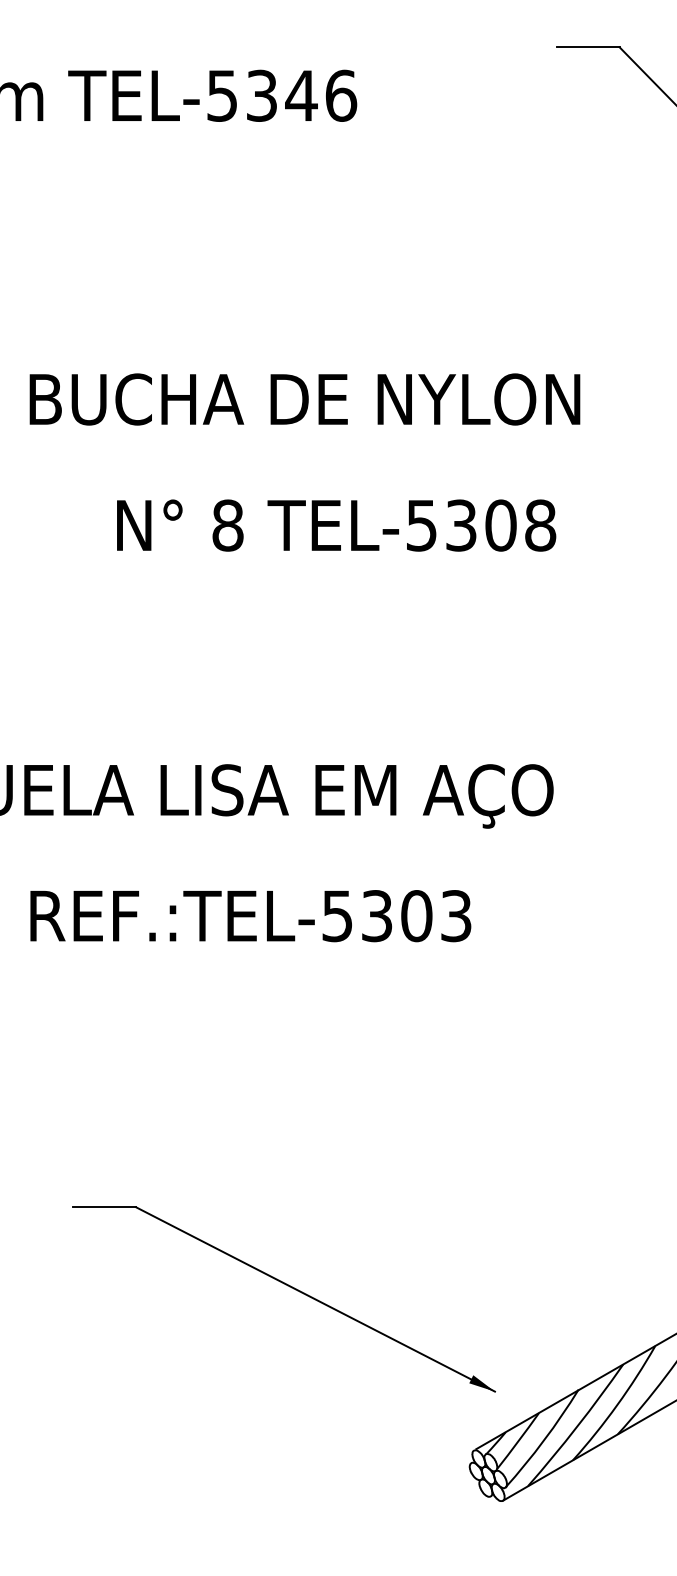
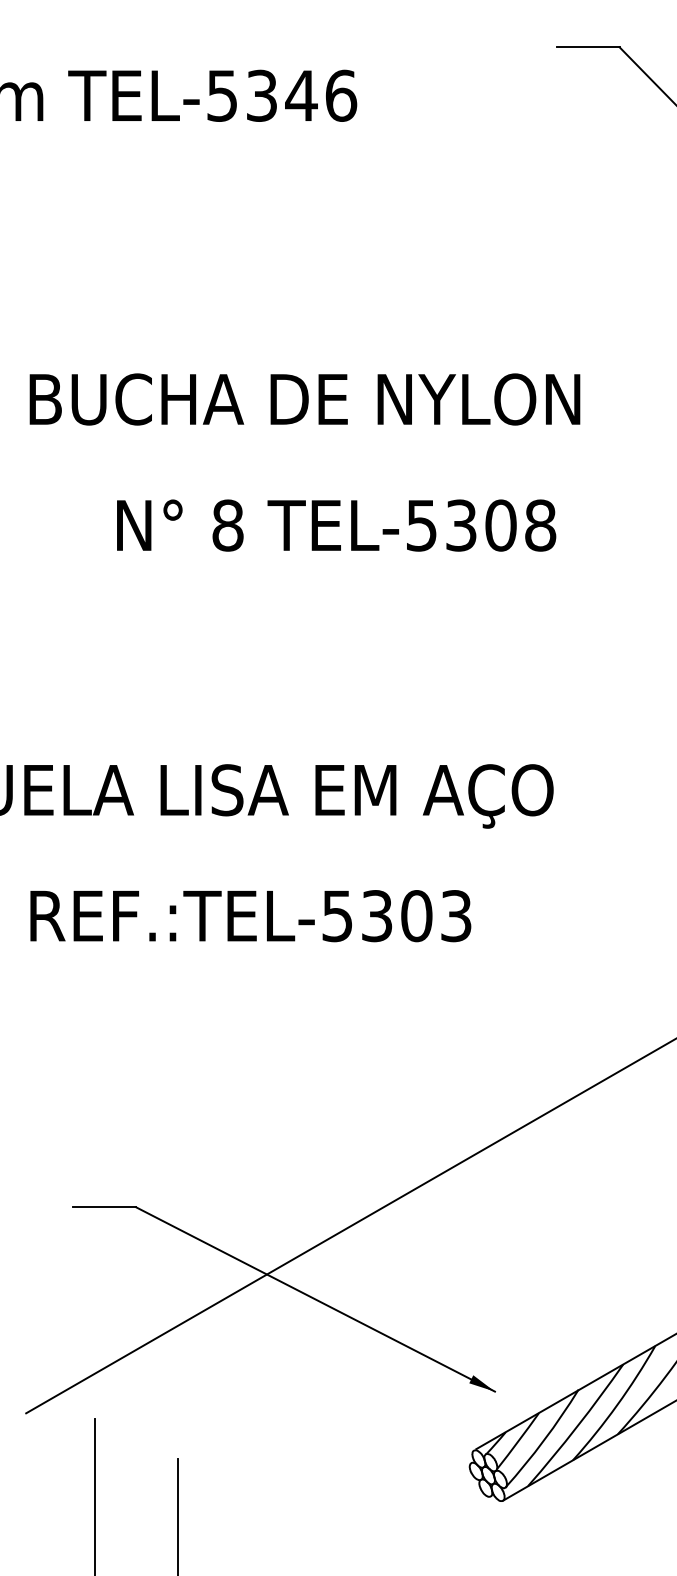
line at (349, 1226): none -> present
line at (94, 1495): none -> present
line at (177, 1515): none -> present
